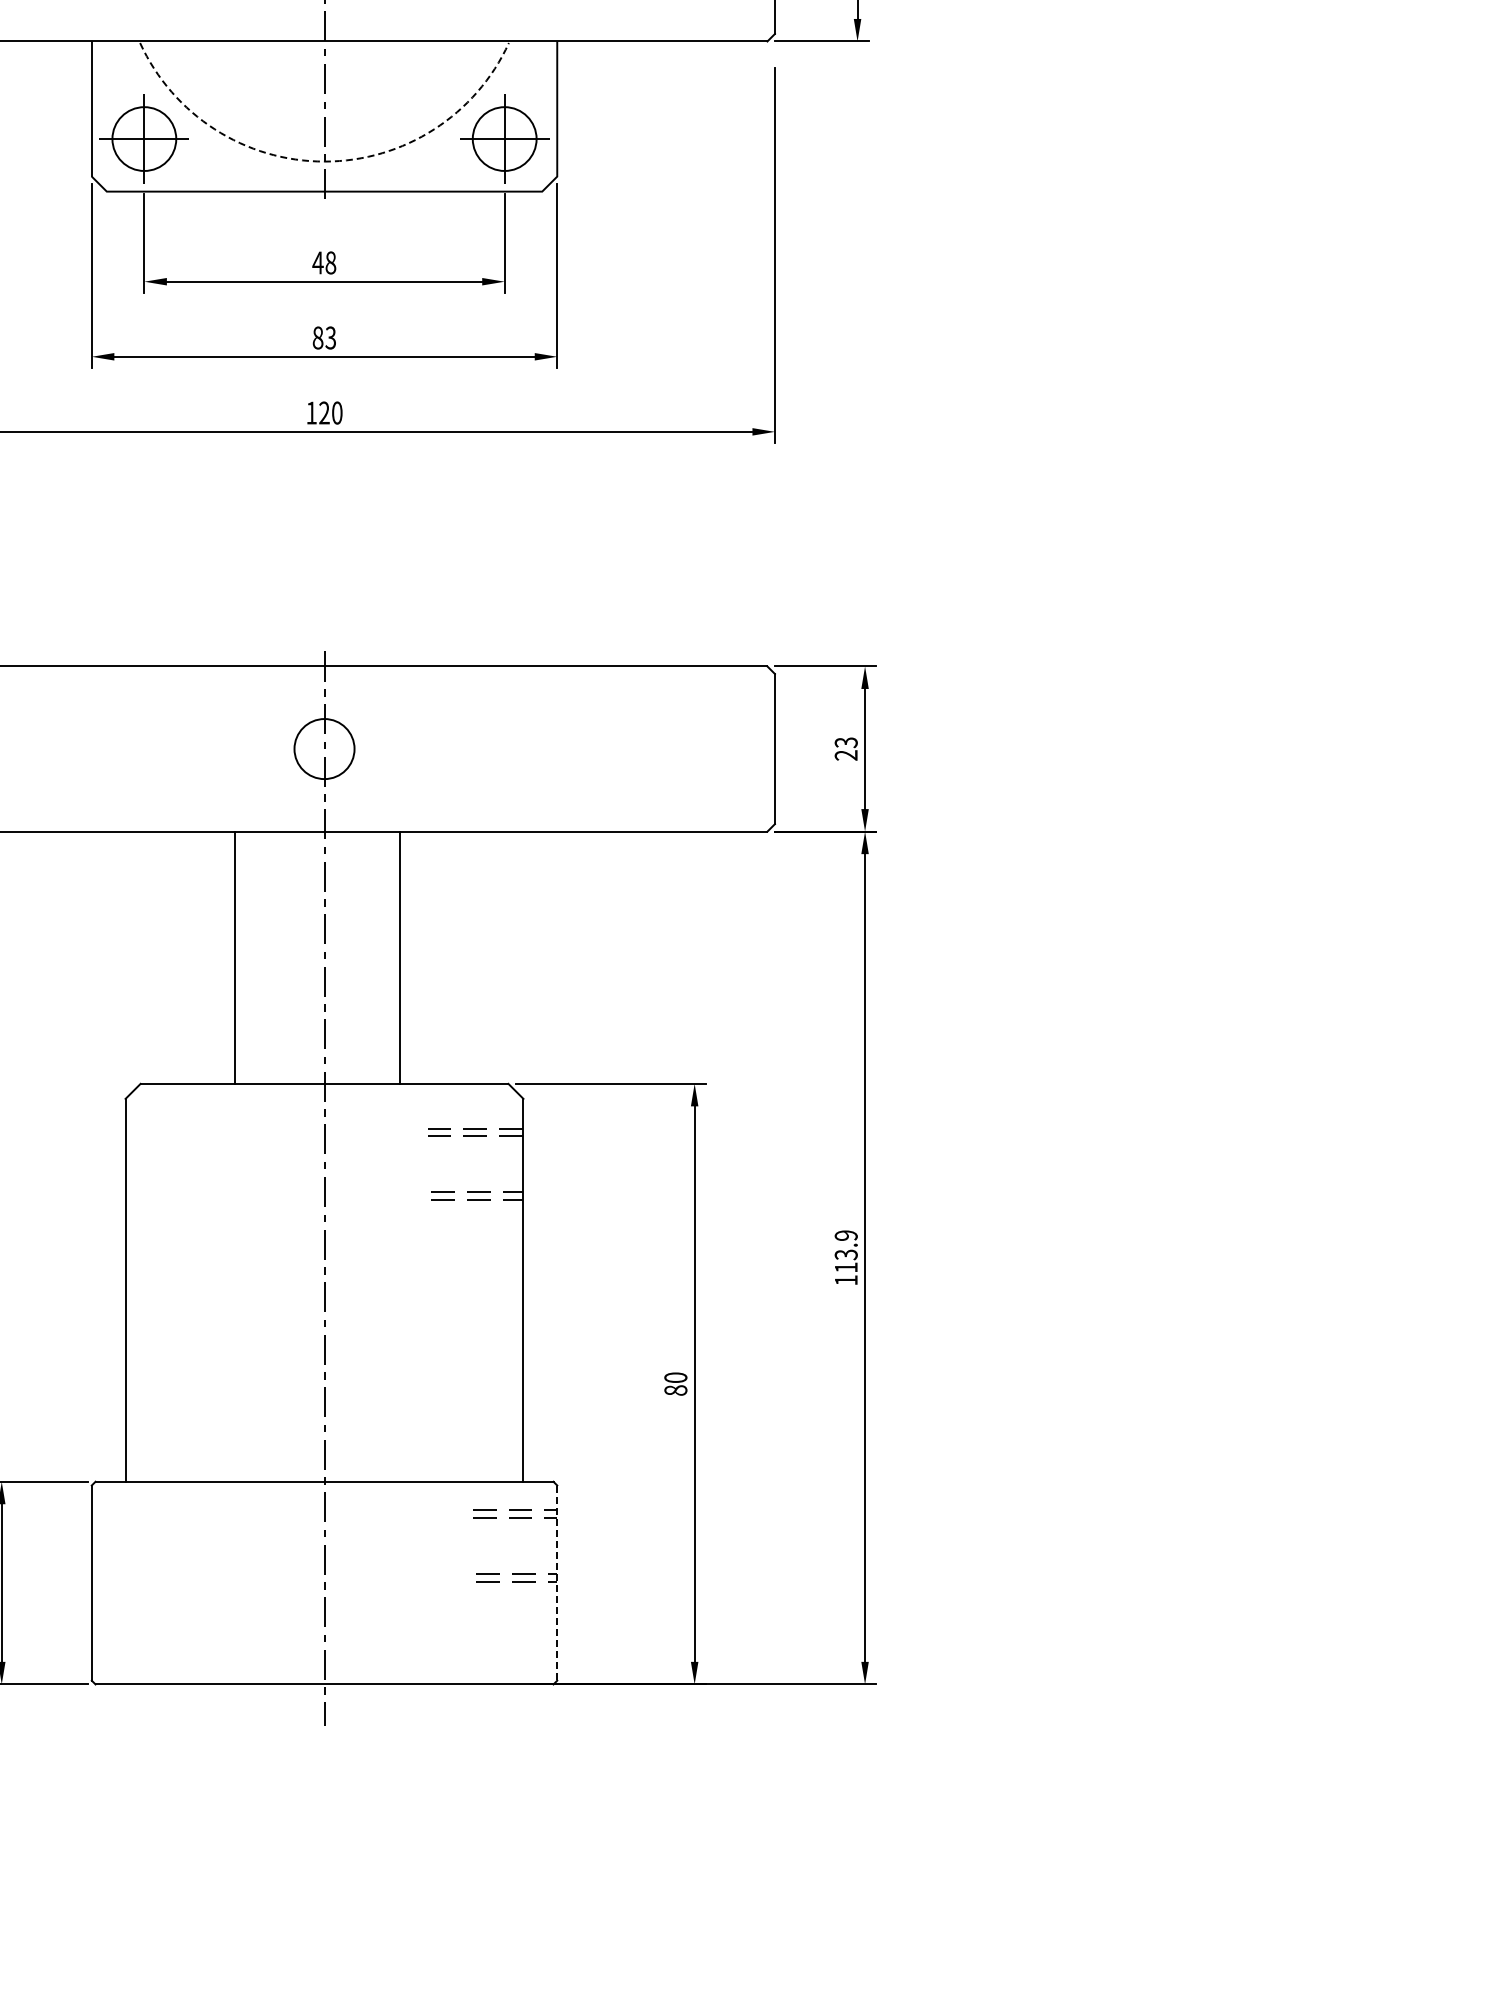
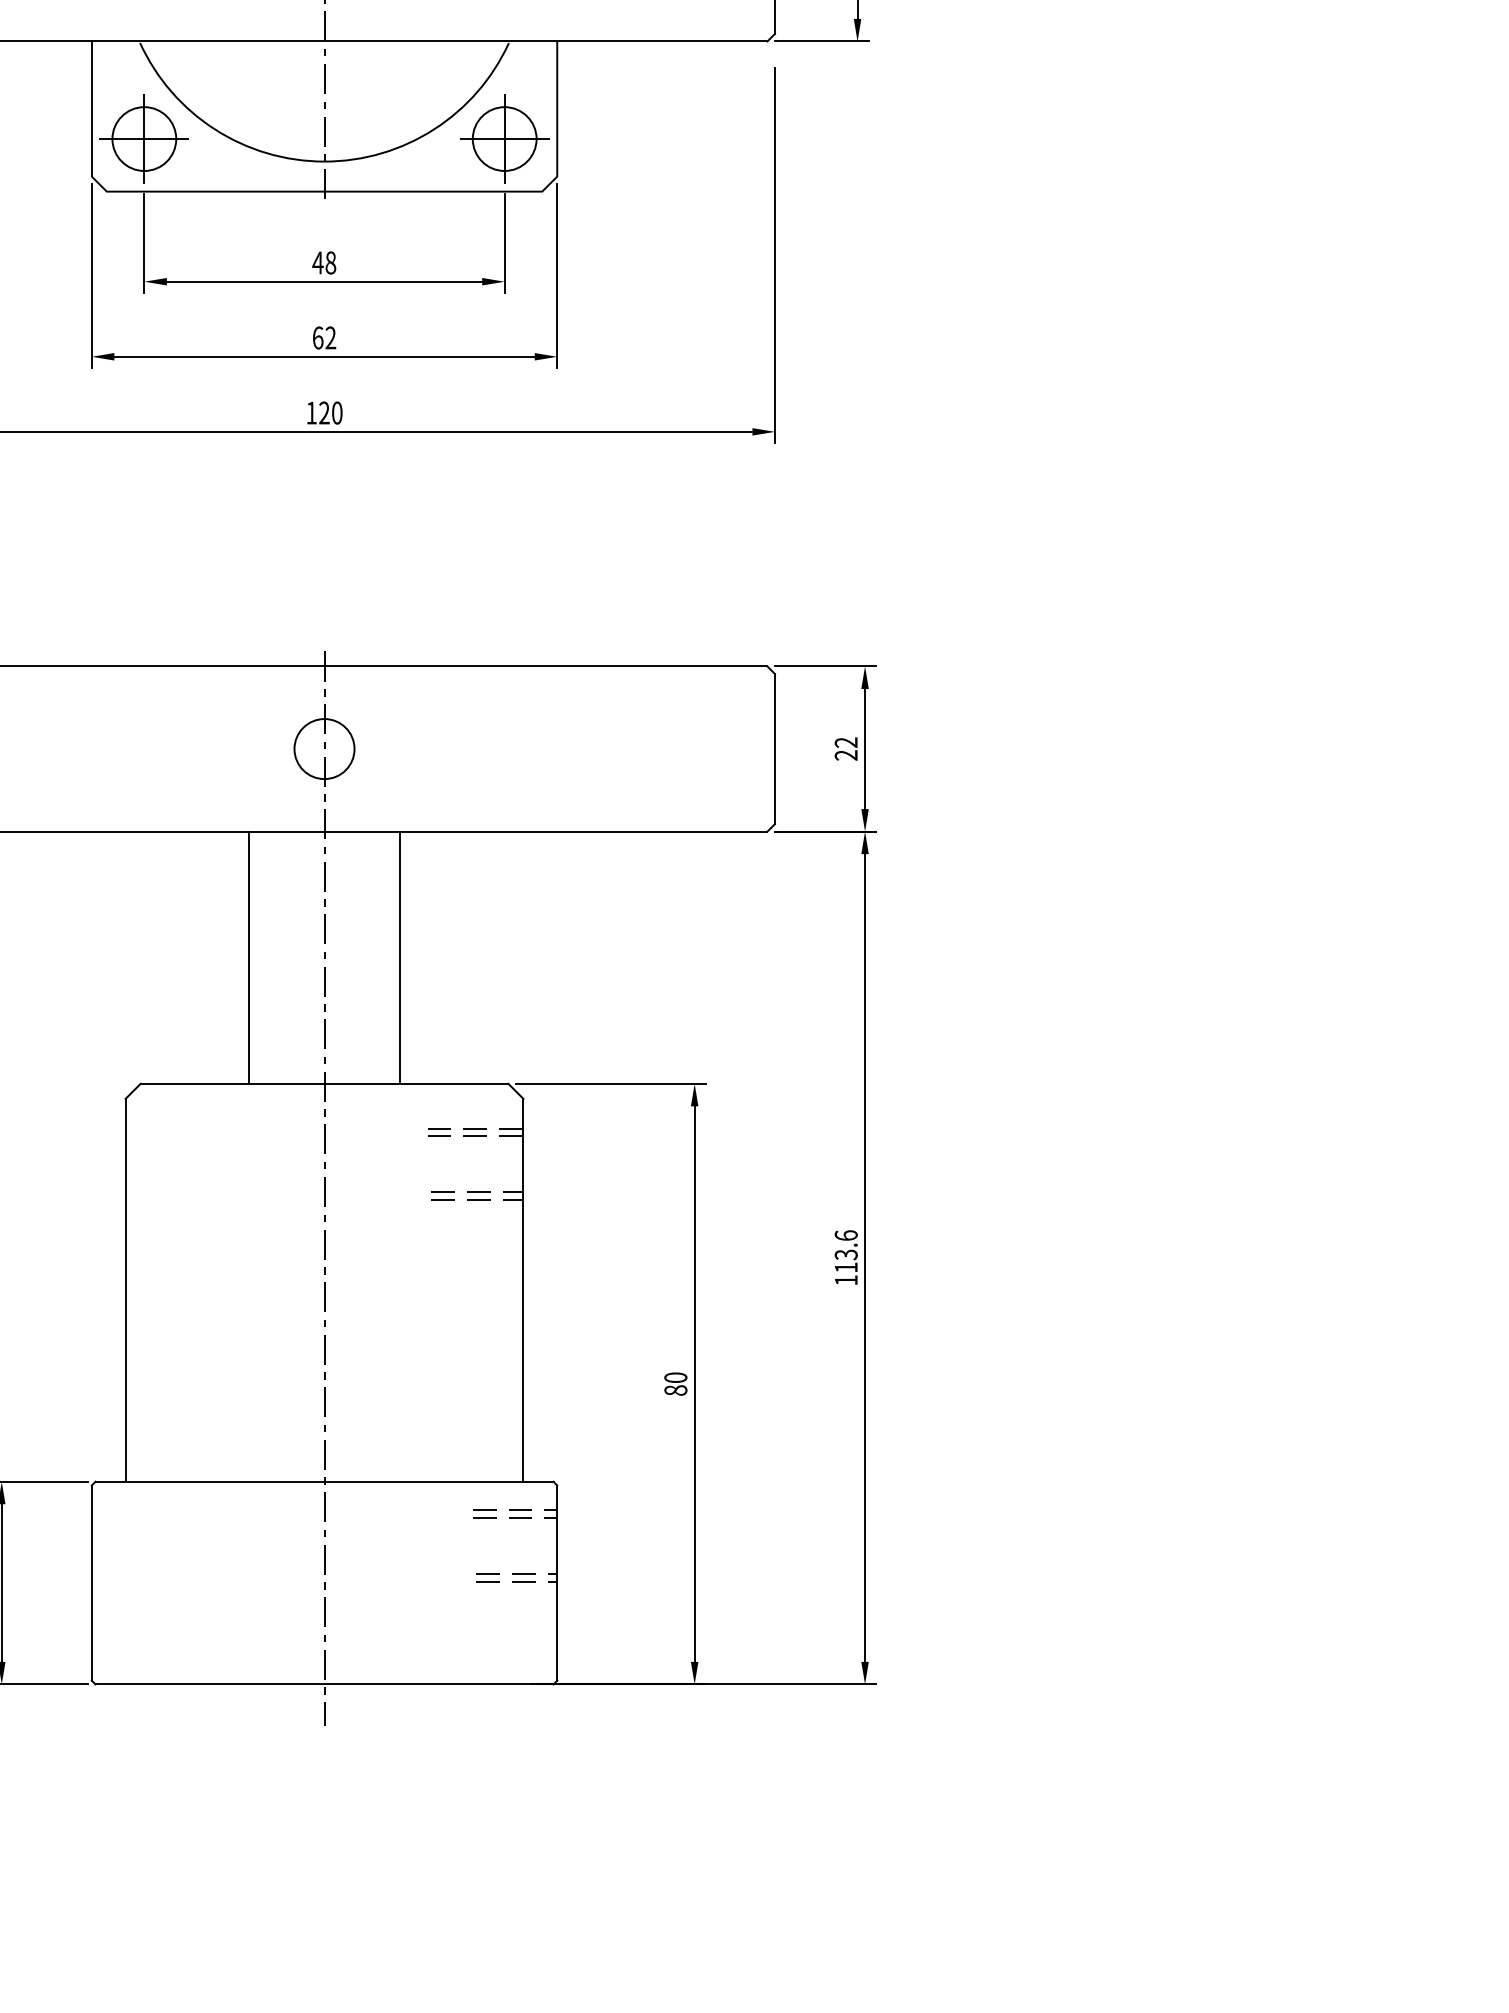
arc at (324, 161): dashed -> solid
text at (324, 337): 83 -> 62
text at (846, 742): 23 -> 22
line at (235, 957) position: (235, 957) -> (249, 957)
text at (845, 1235): 113.9 -> 113.6
line at (557, 1583): dashed -> solid
